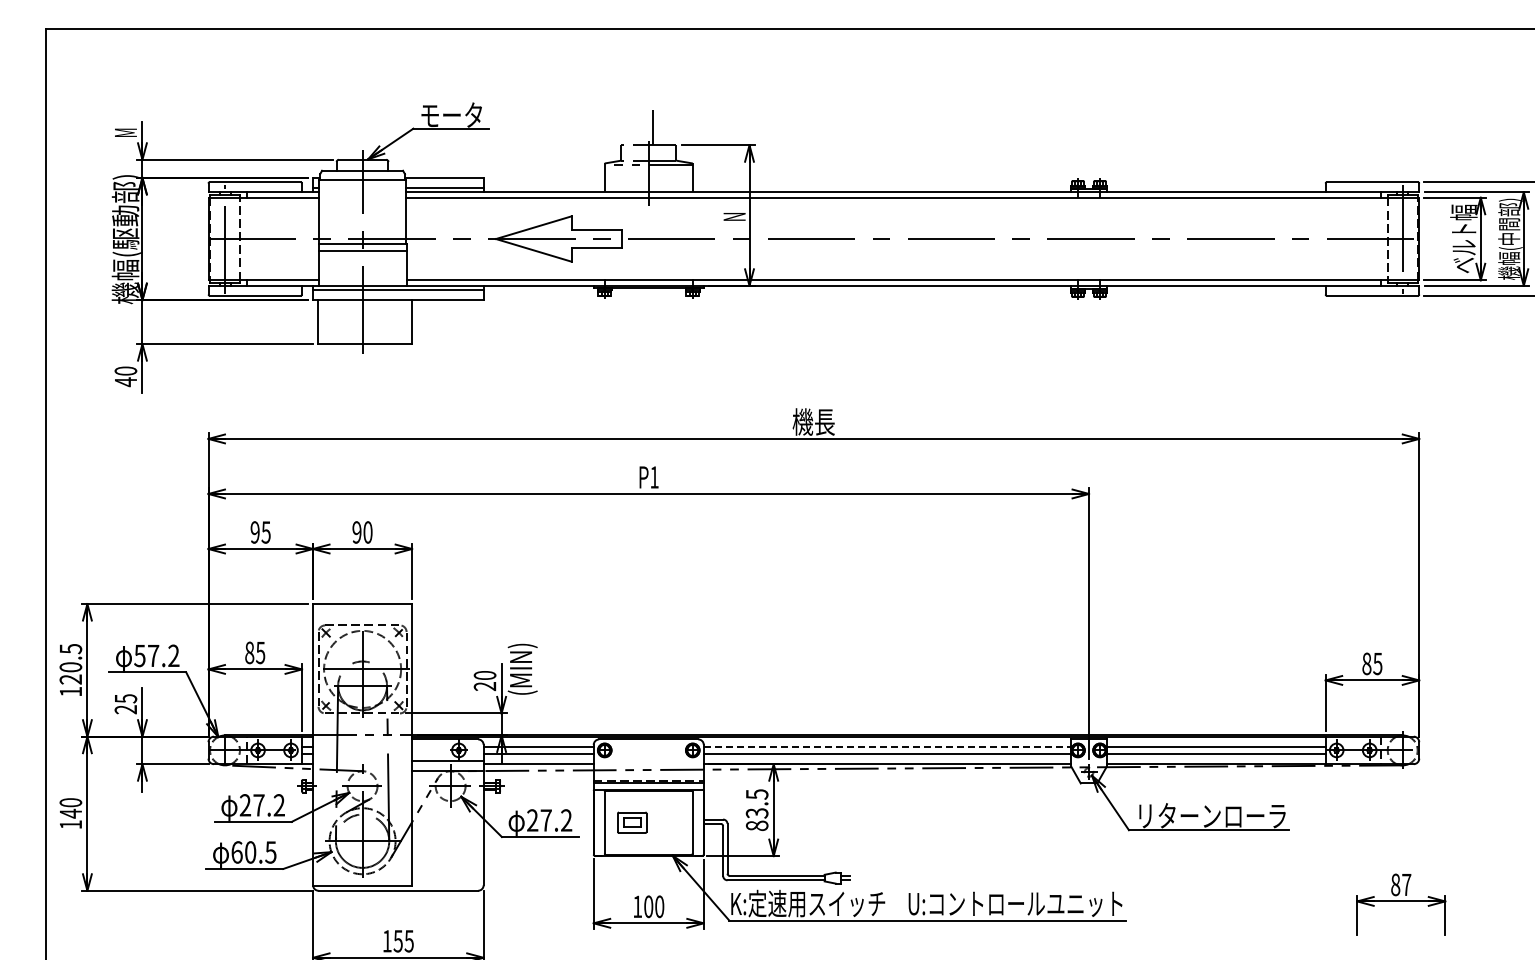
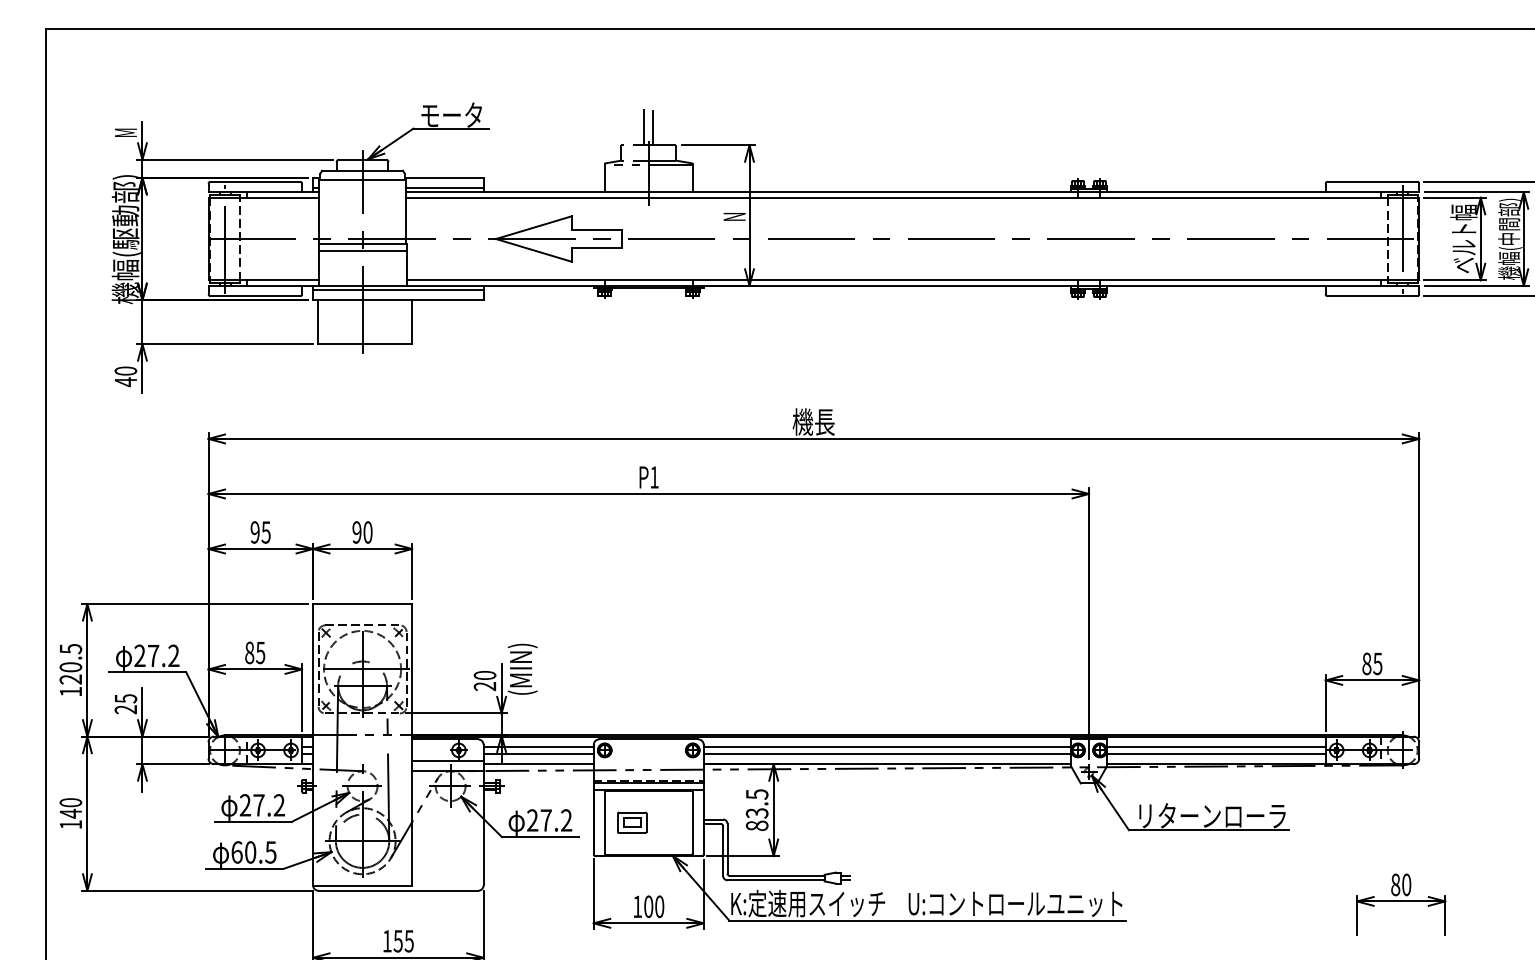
line at (644, 126): none -> present
text at (139, 655): 57.2 -> 27.2
line at (887, 746): dashed -> solid
text at (1406, 884): 87 -> 80
